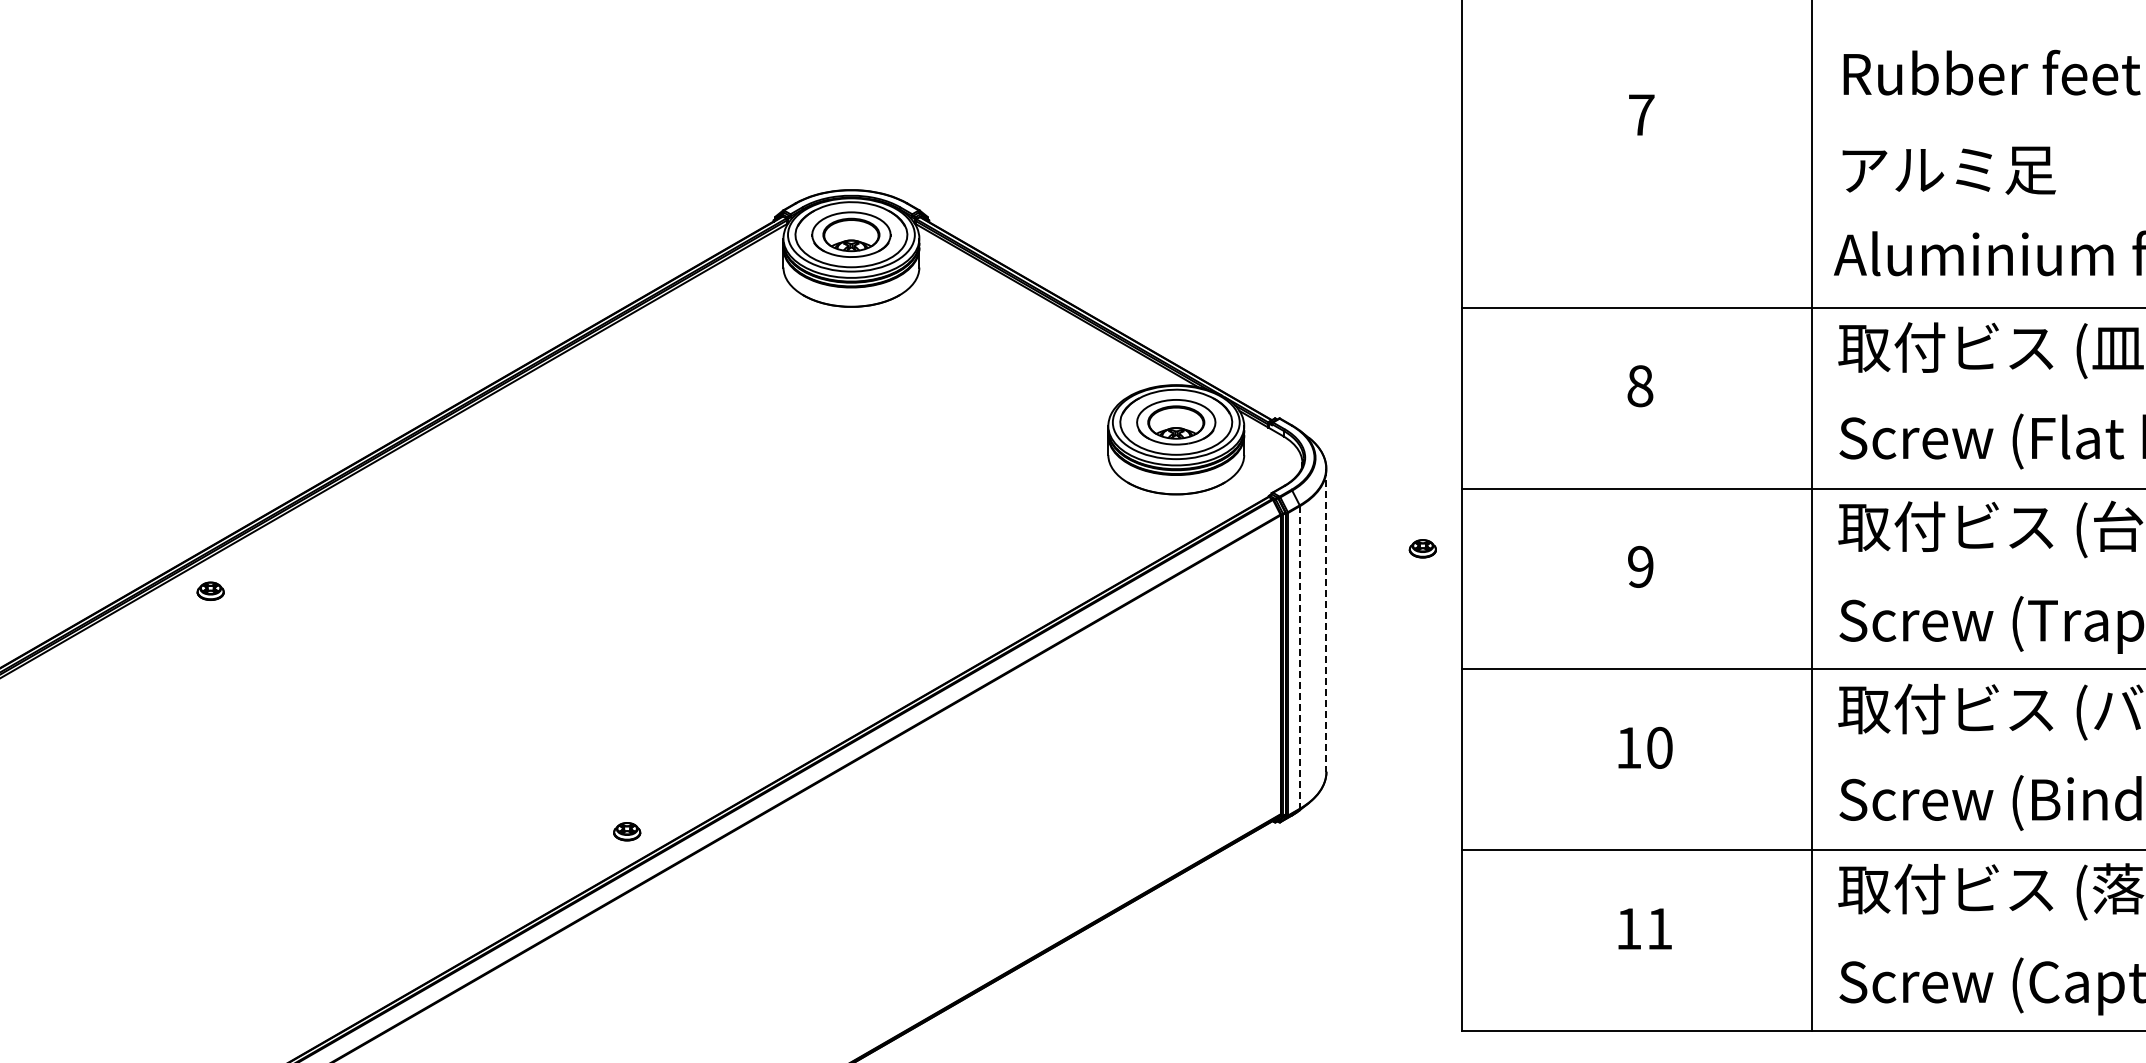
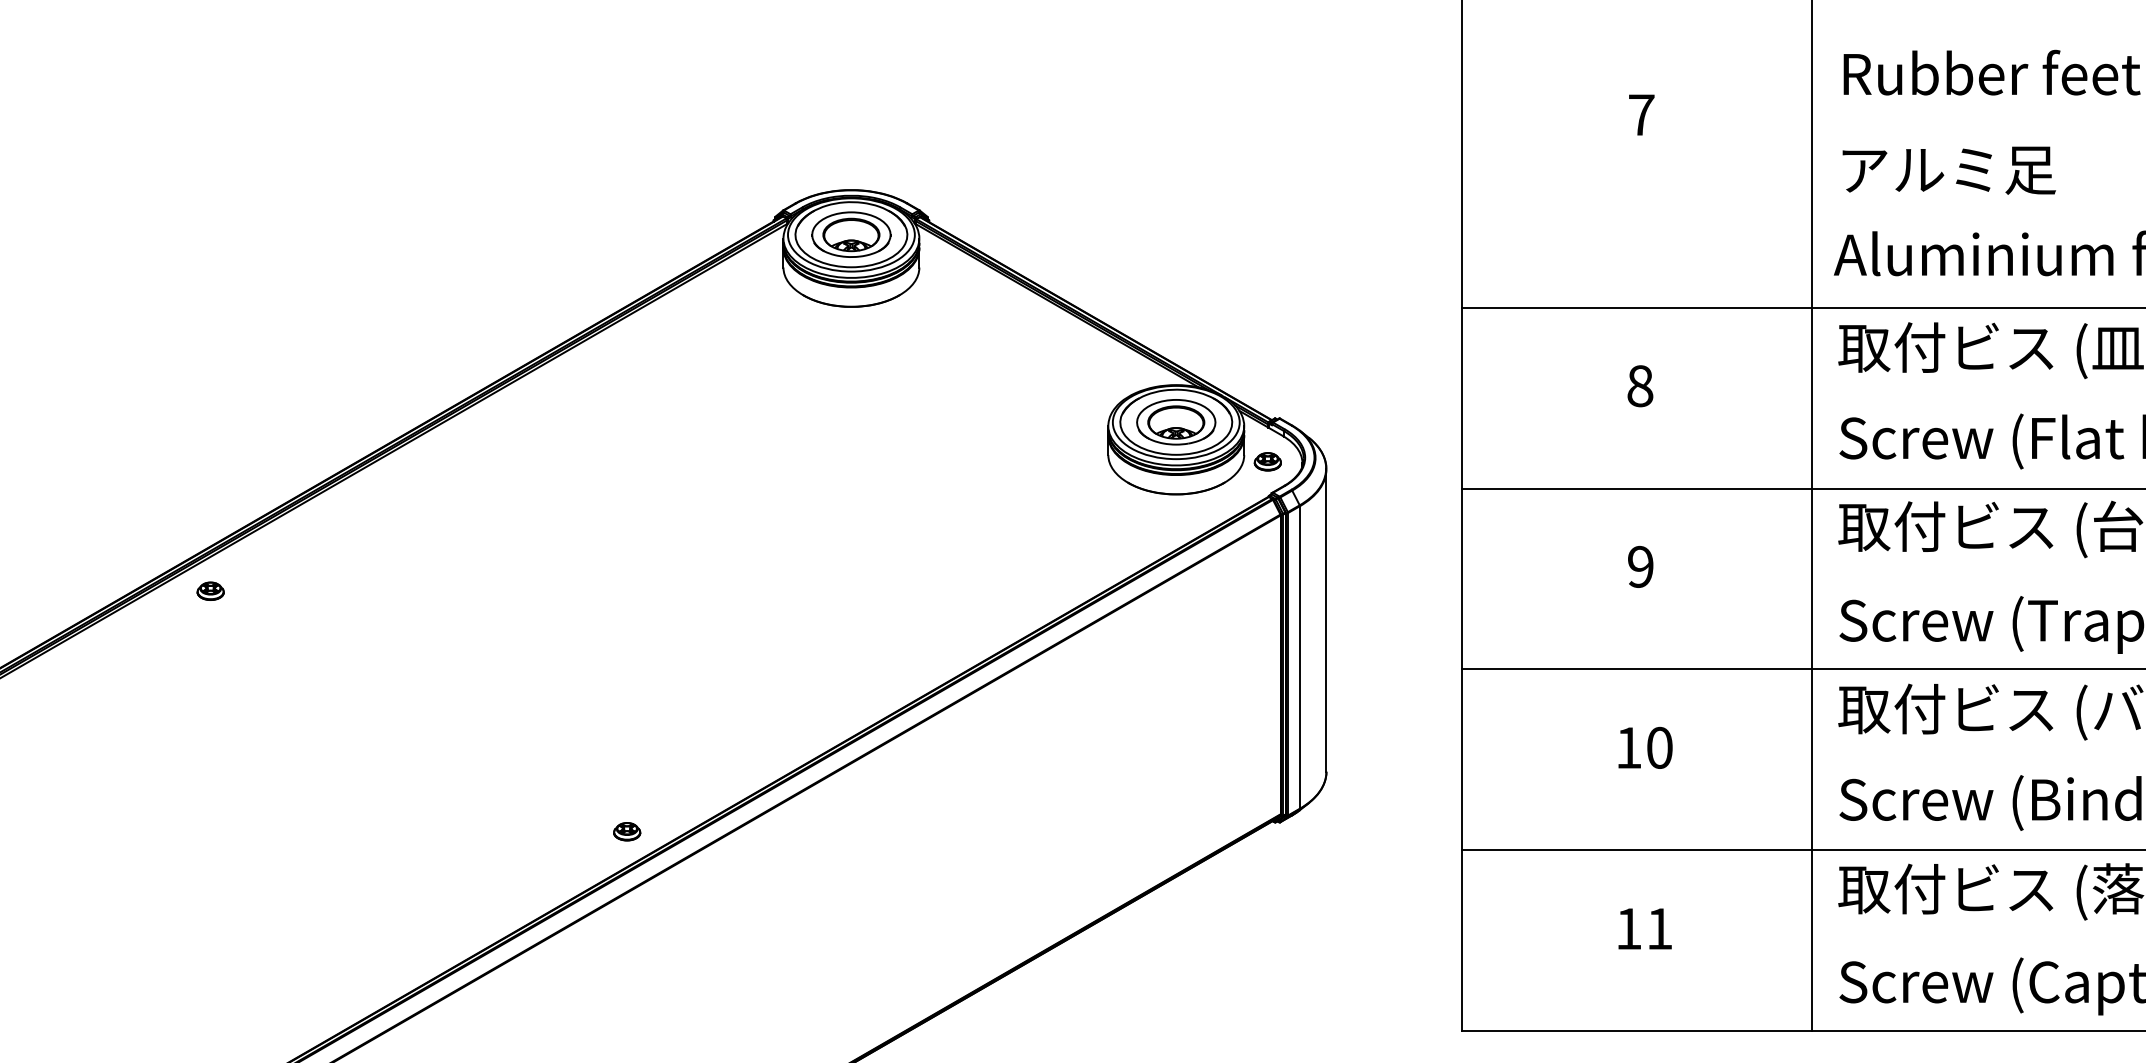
part at (1422, 548) position: (1422, 548) -> (1267, 461)
line at (1326, 620): dashed -> solid
line at (1299, 657): dashed -> solid
